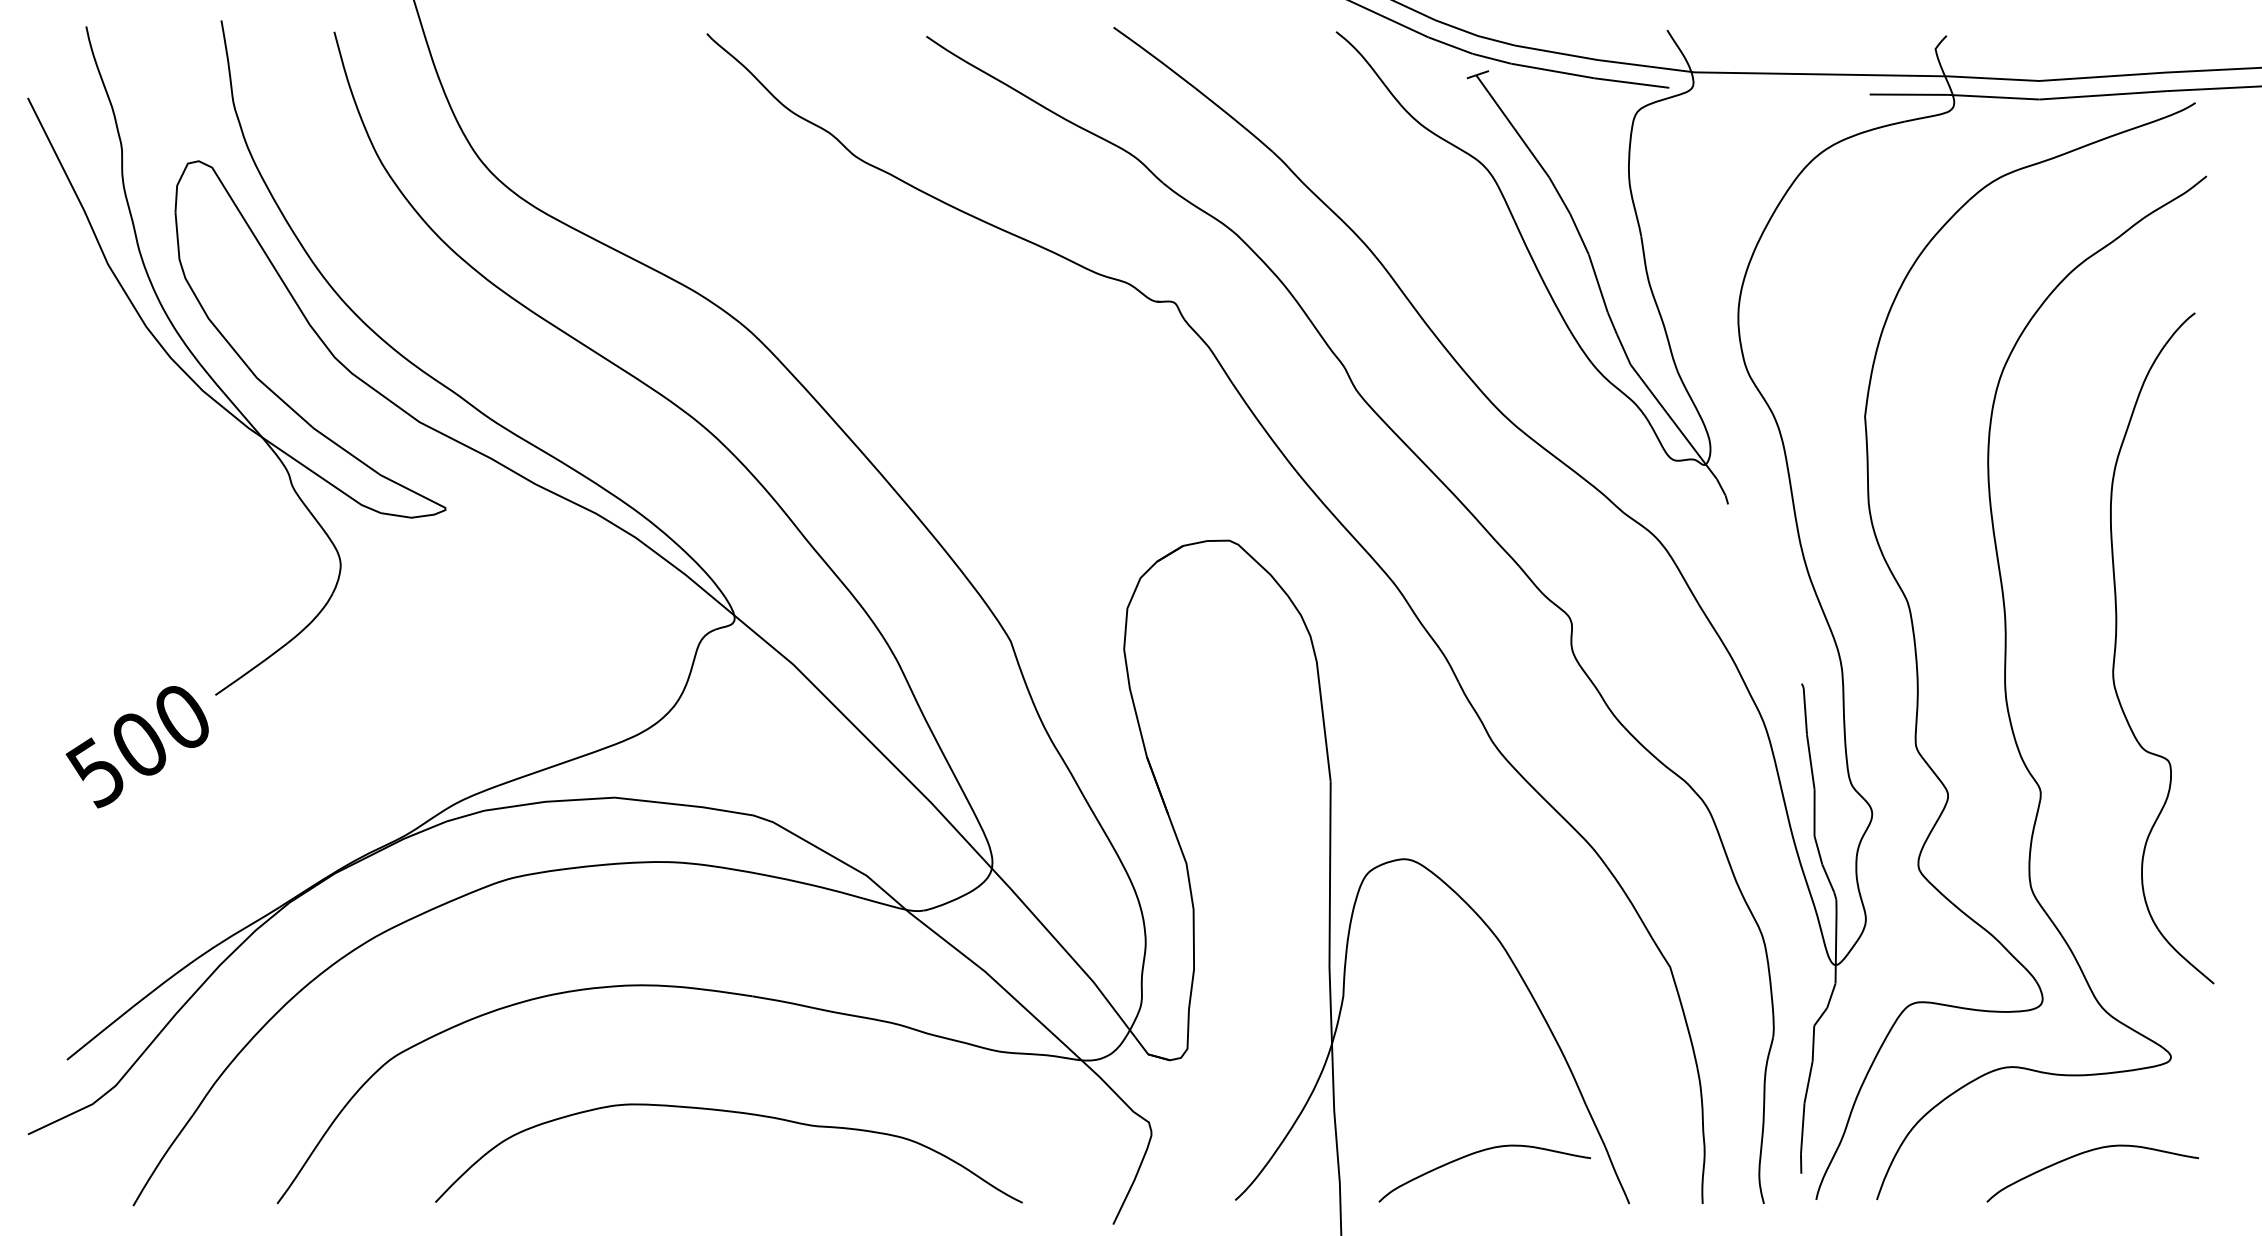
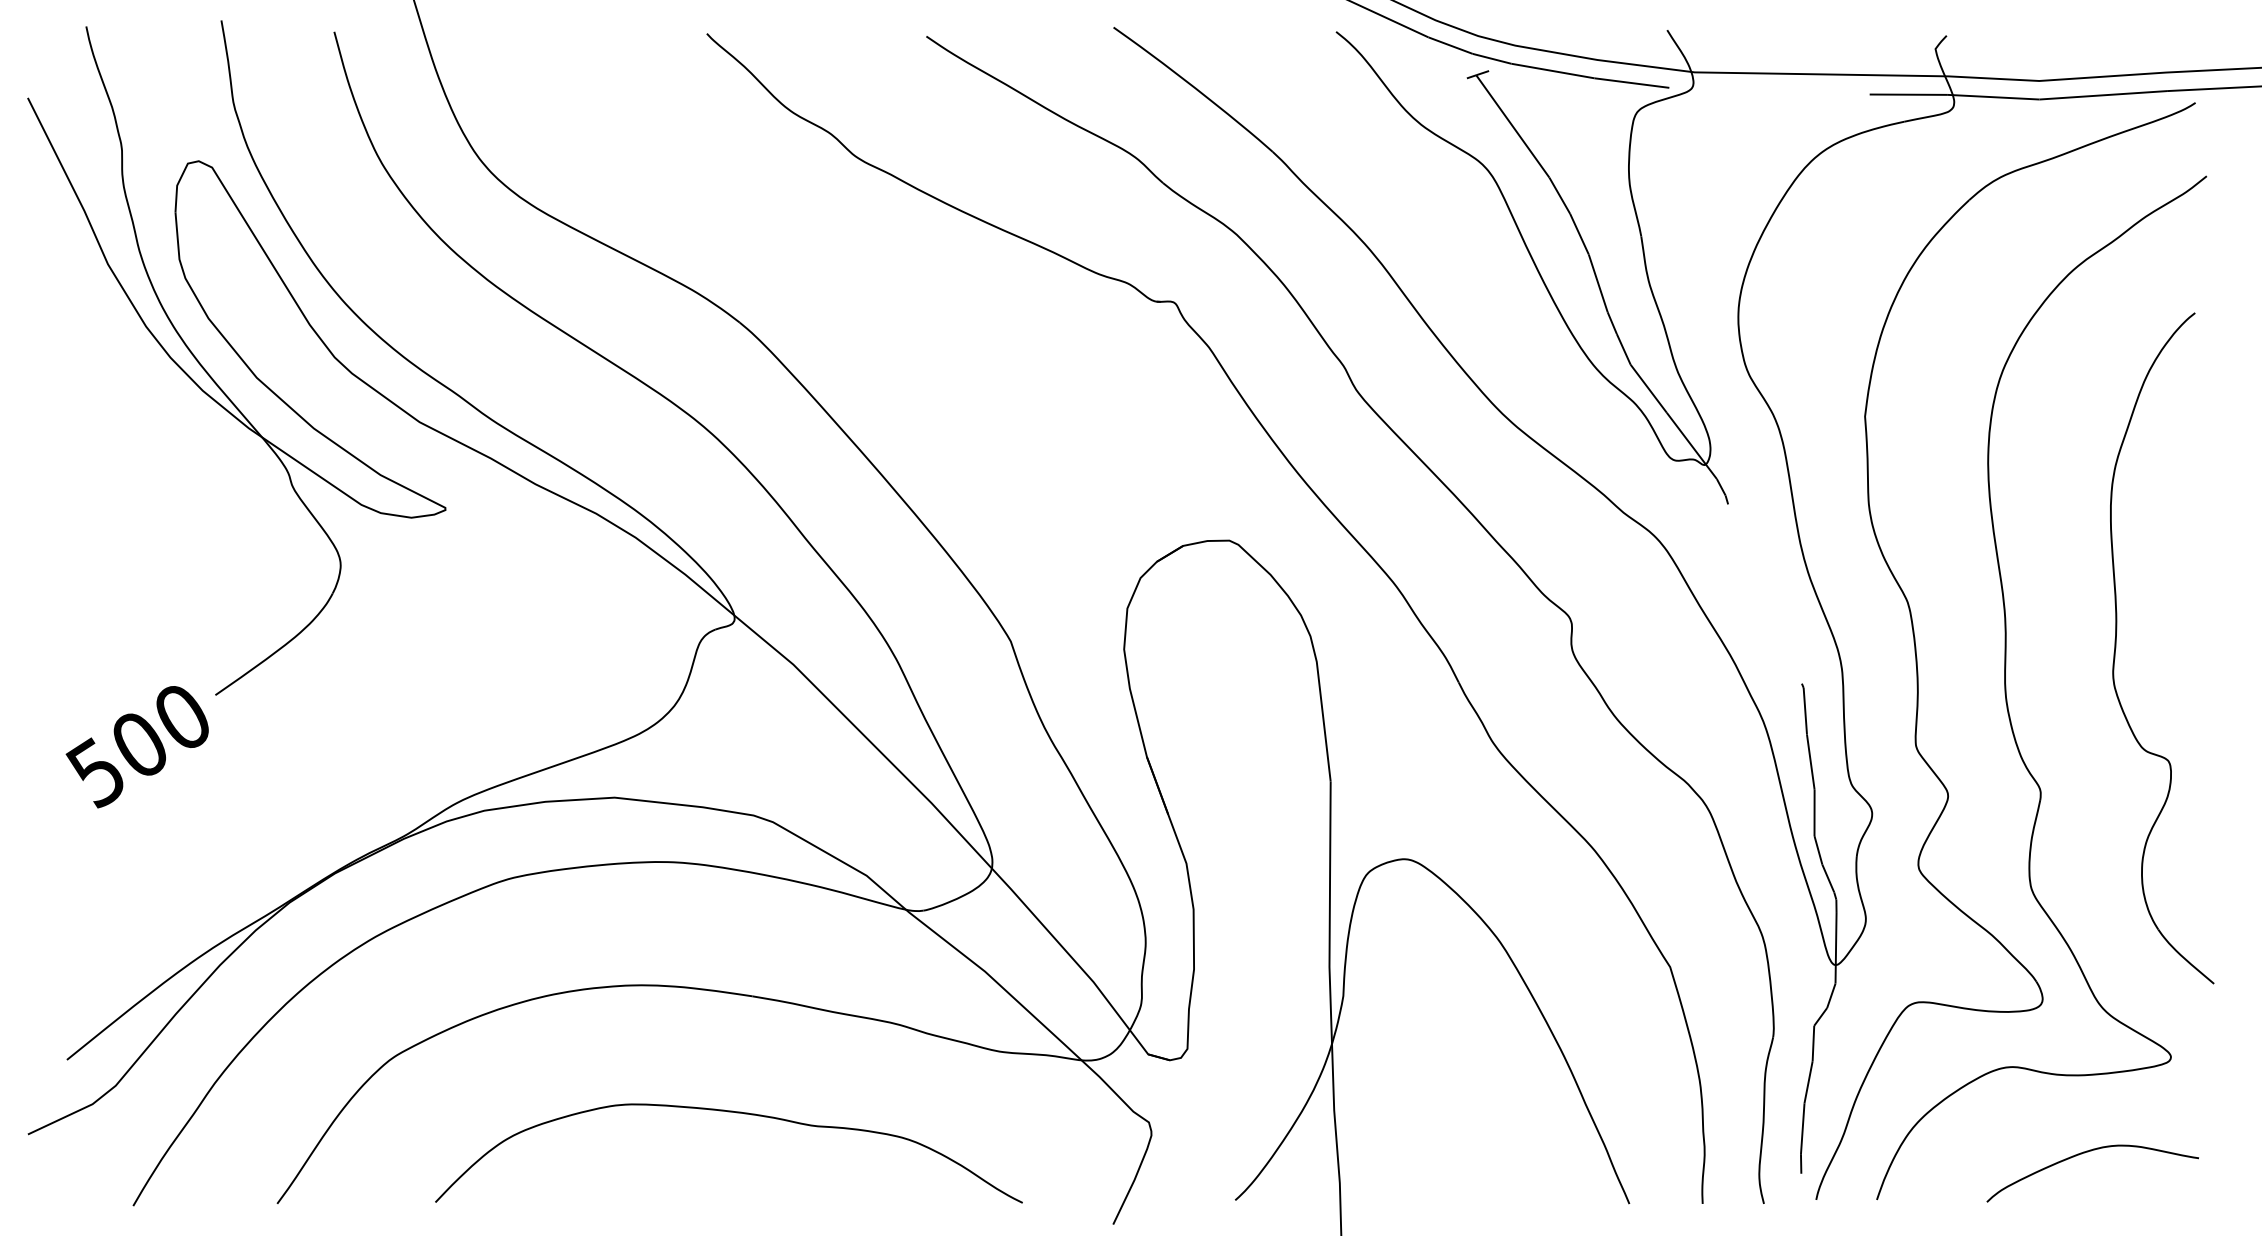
curve at (1480, 1152): present -> none
